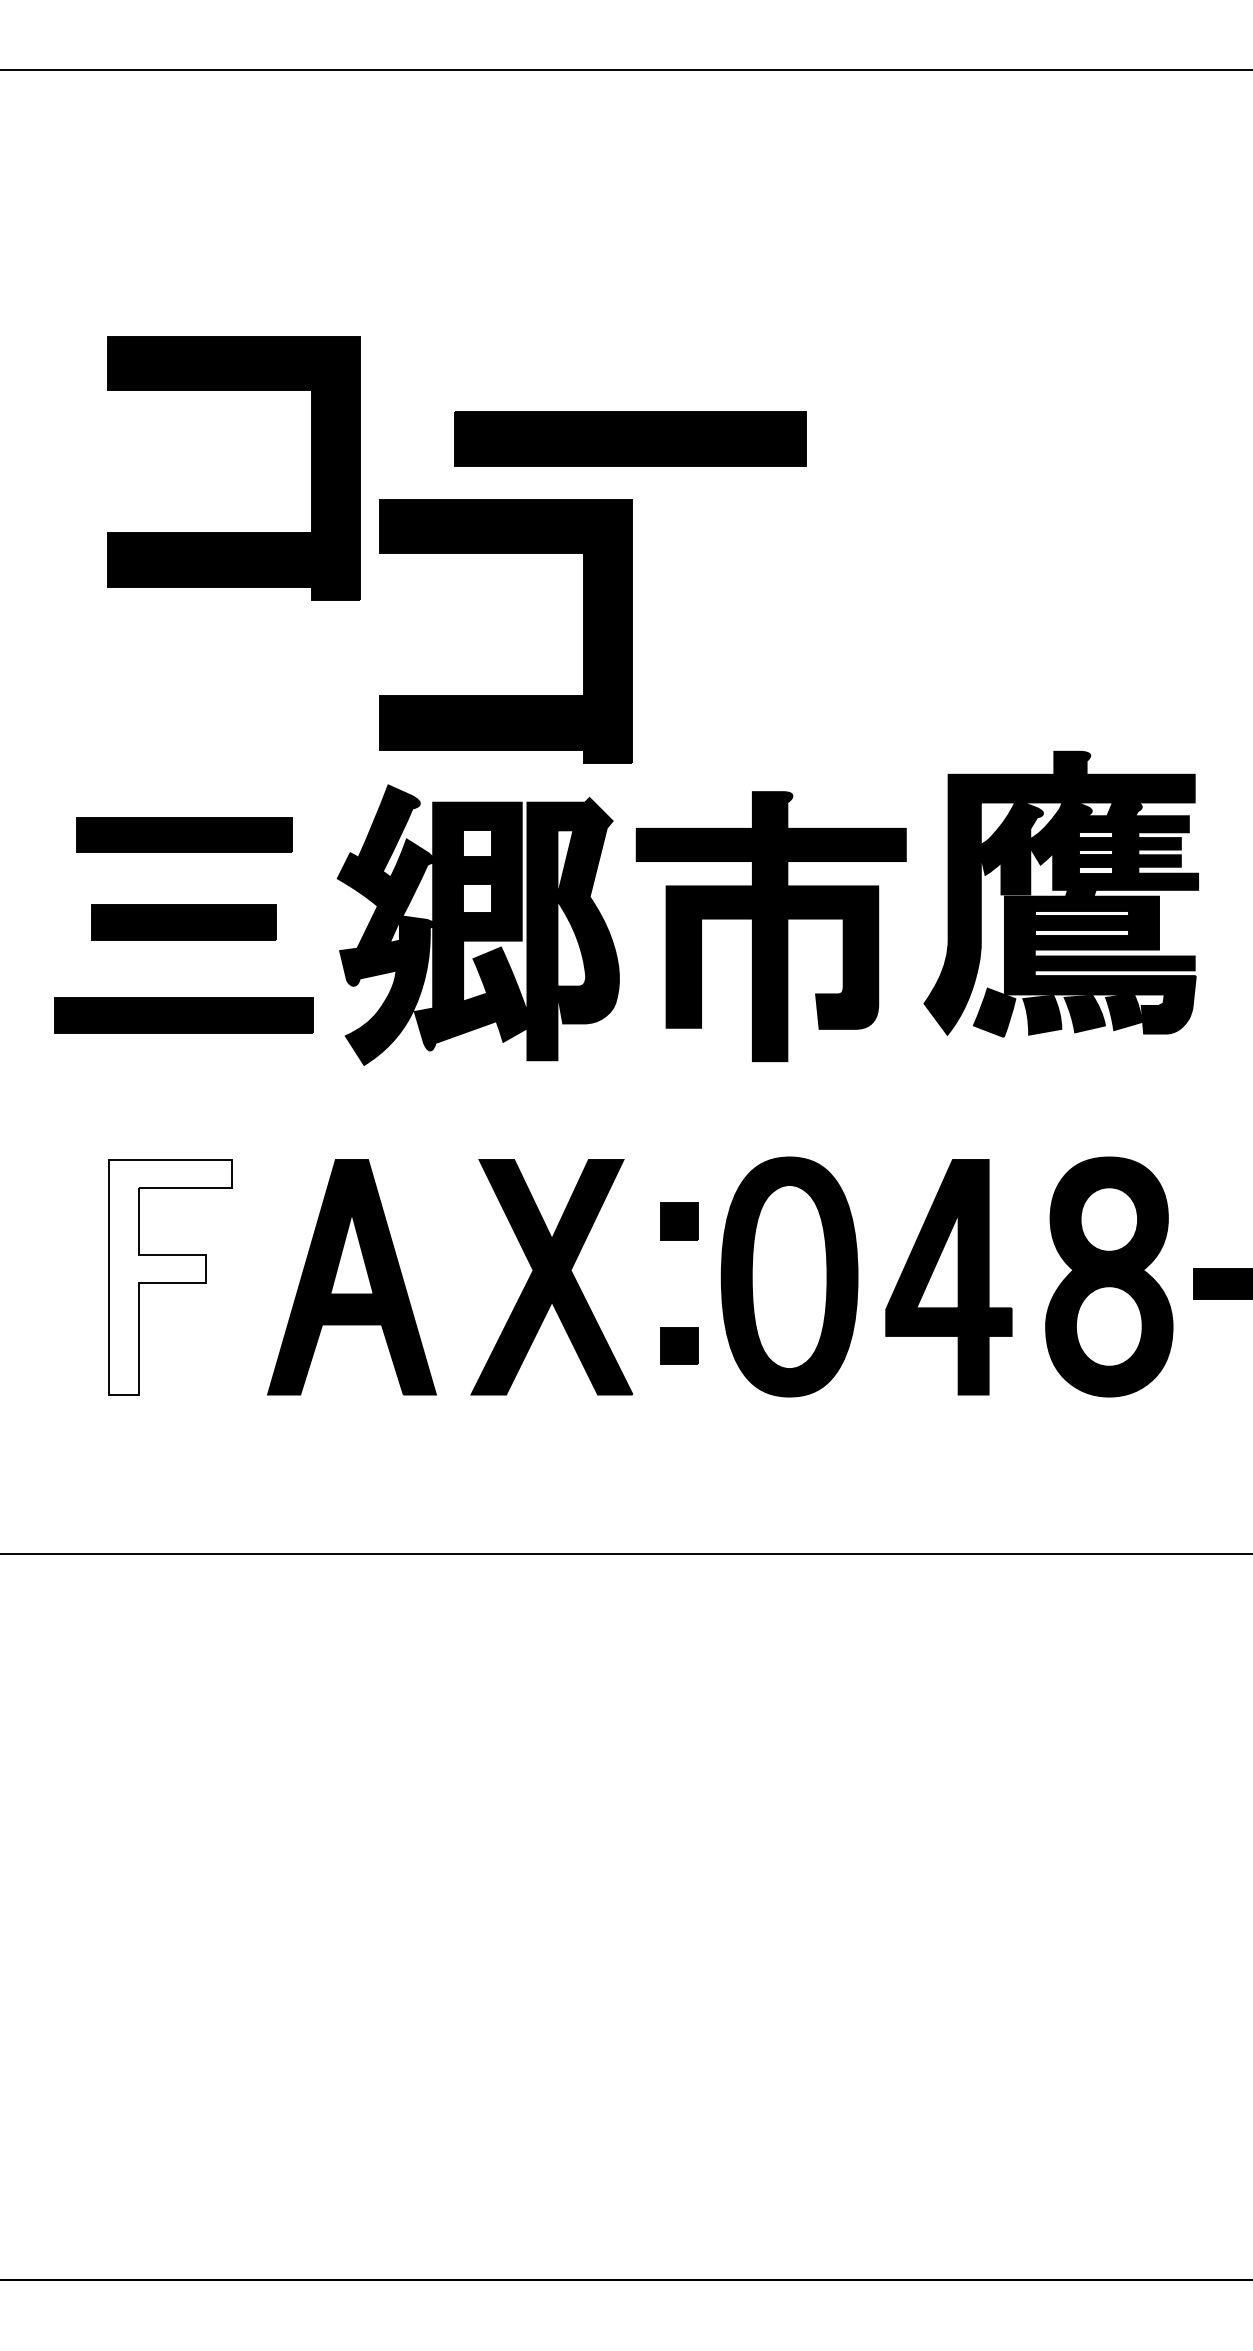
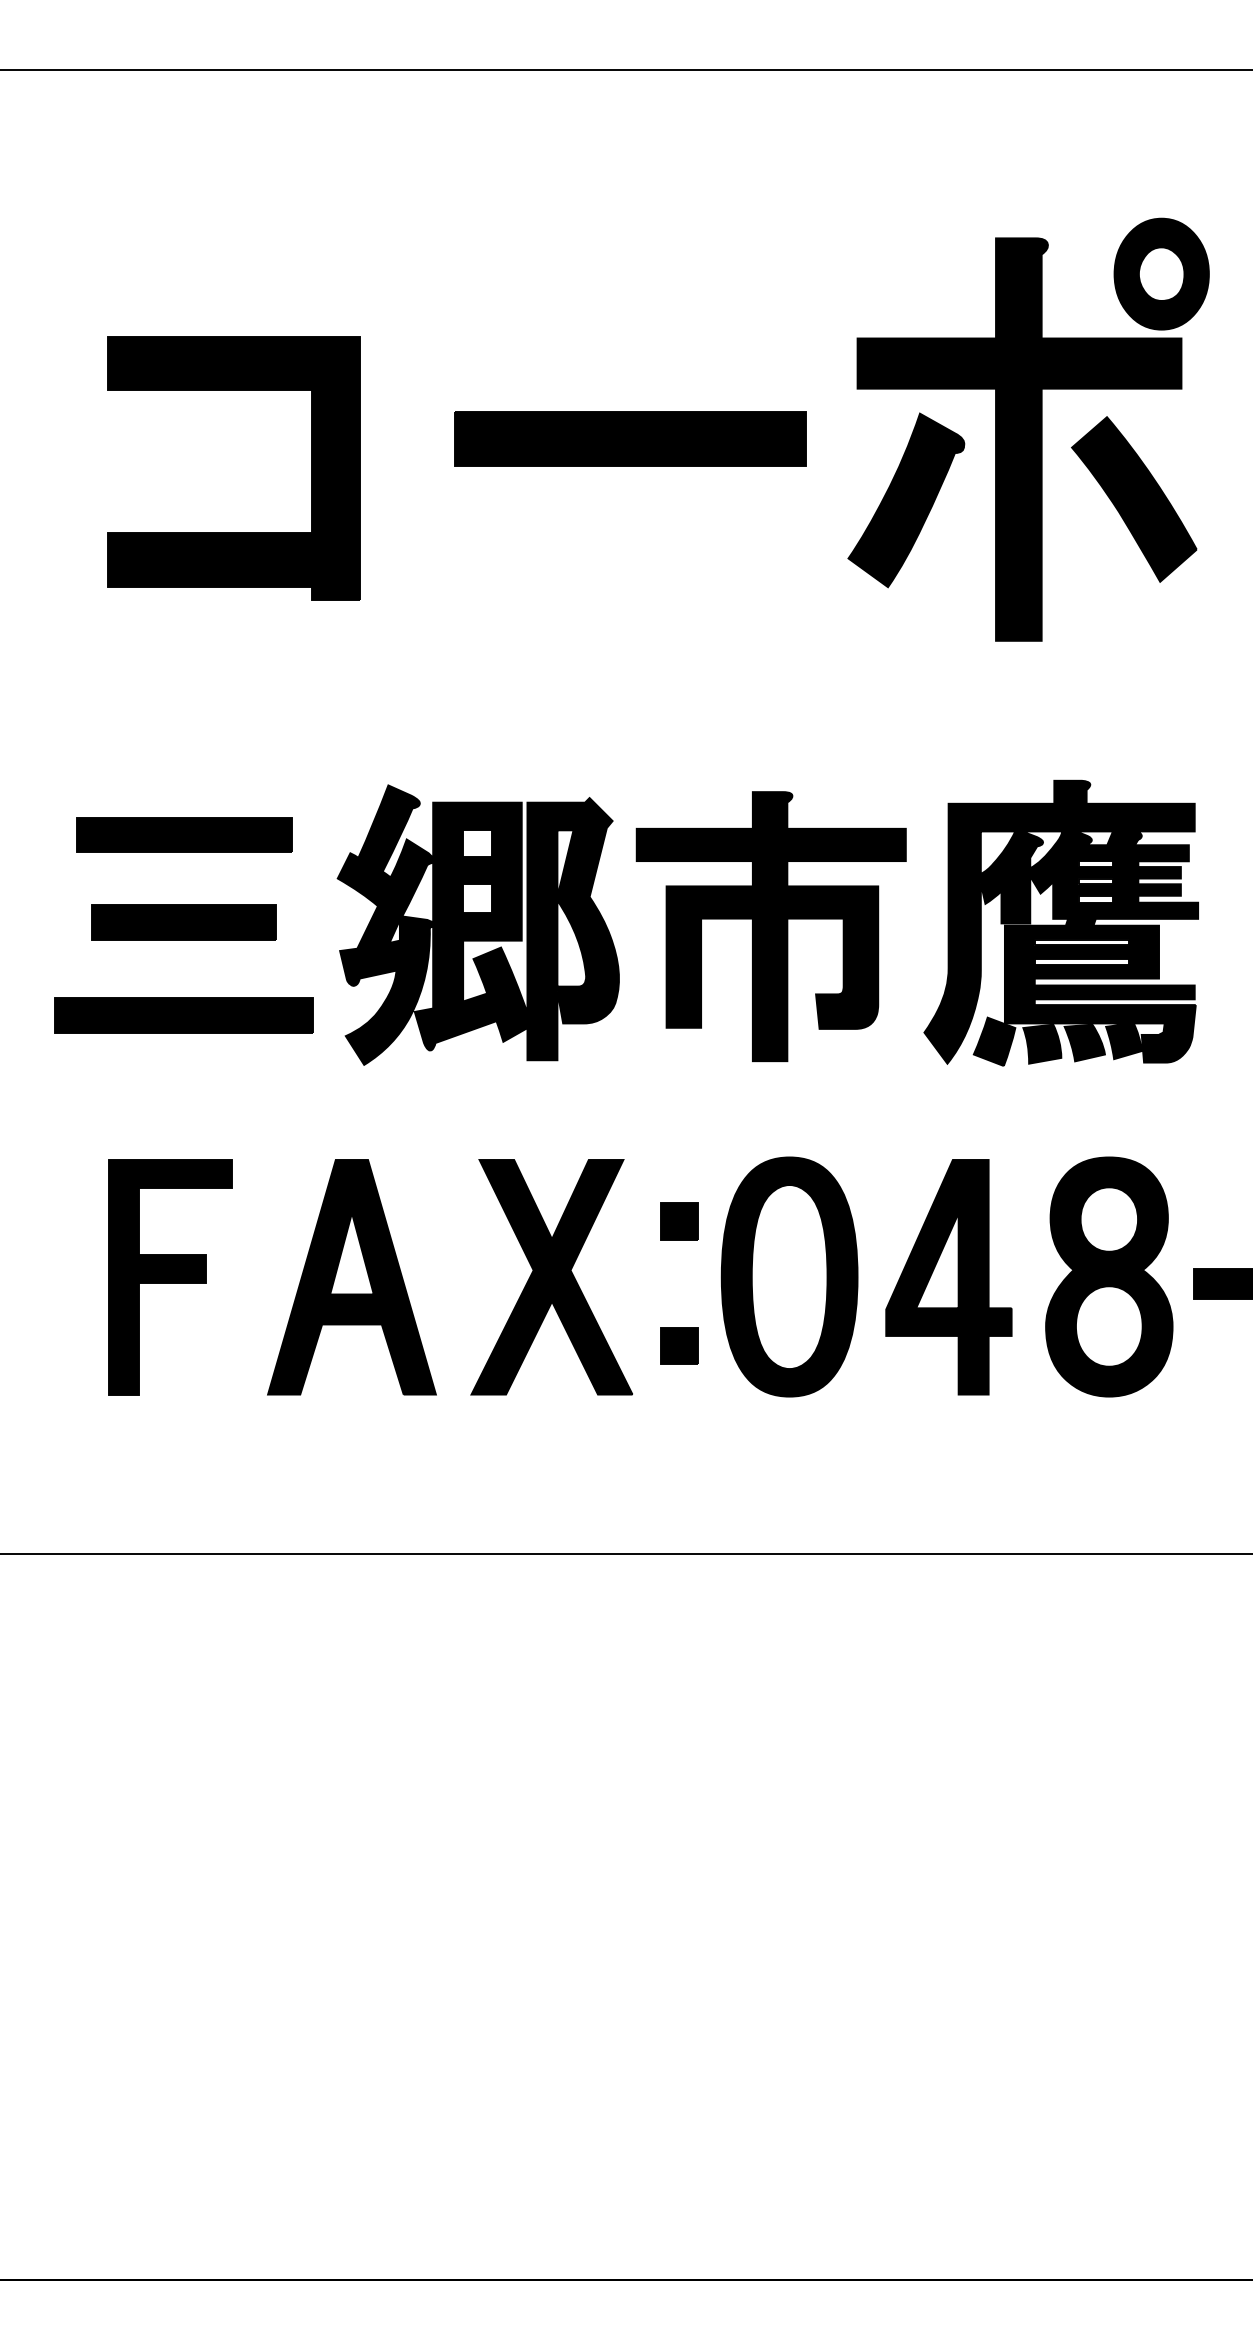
part at (1028, 429): none -> present
part at (505, 695): present -> none
part at (1060, 893) position: (1060, 893) -> (1060, 922)
fill at (170, 1277): none -> present
